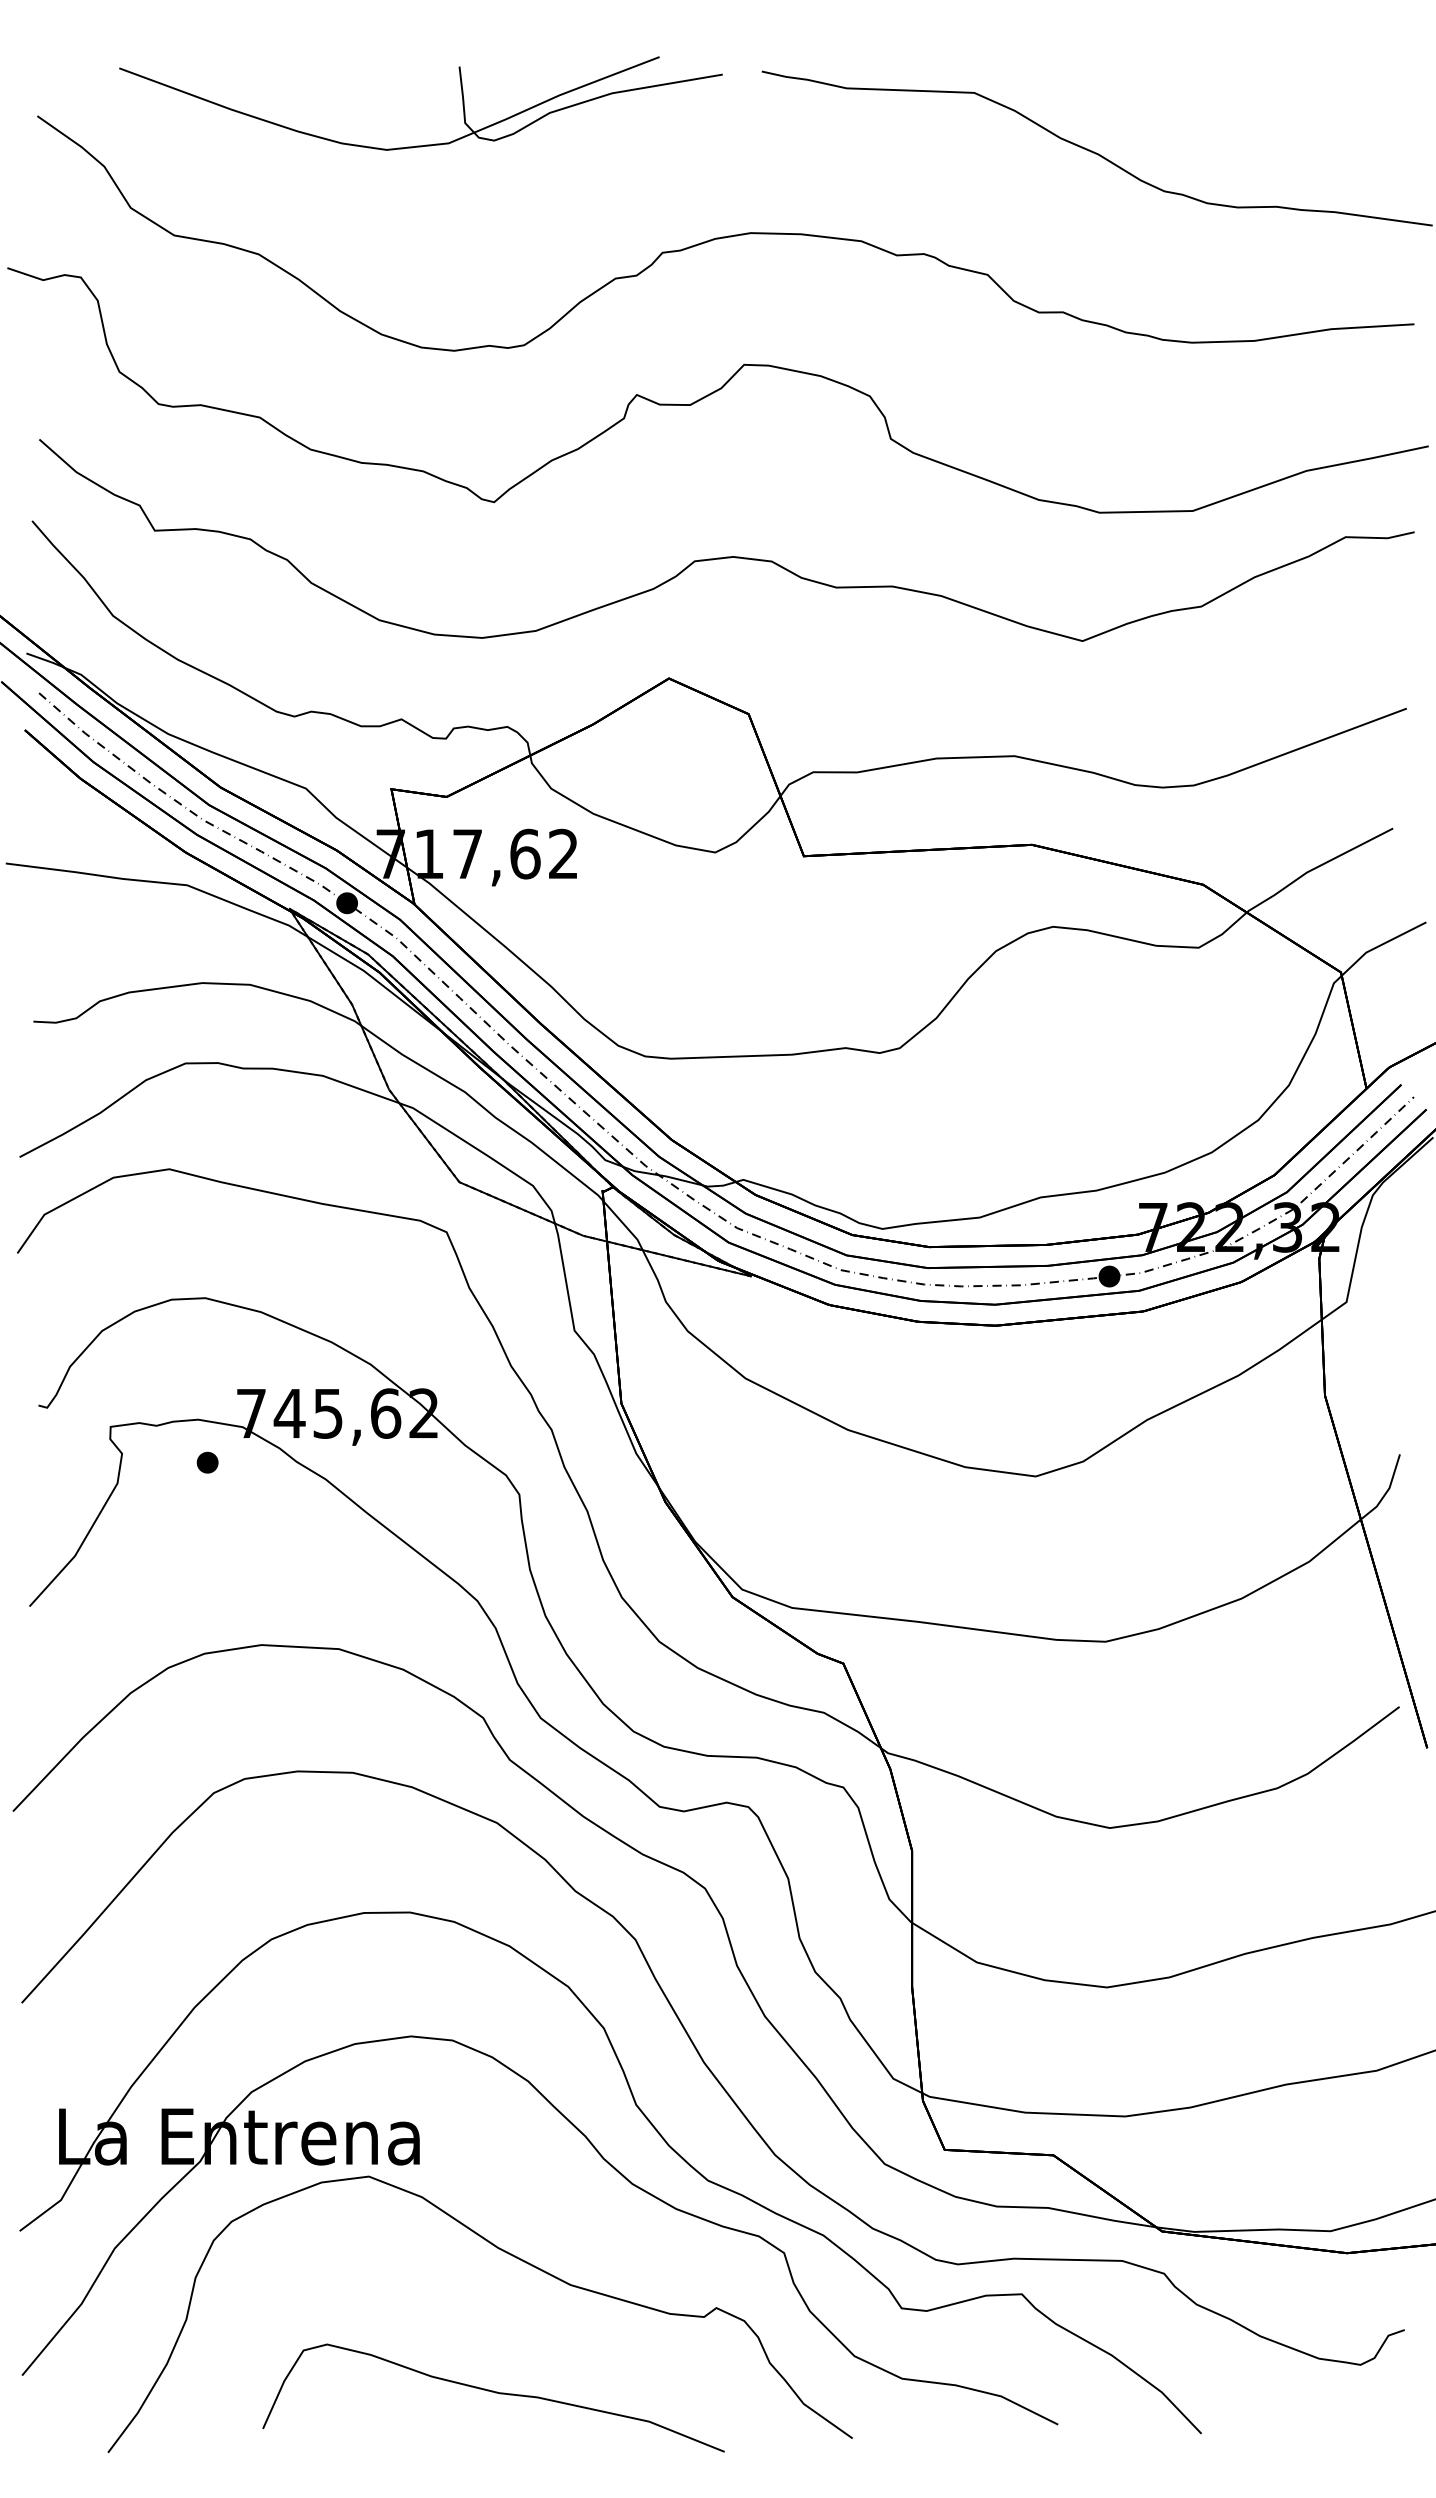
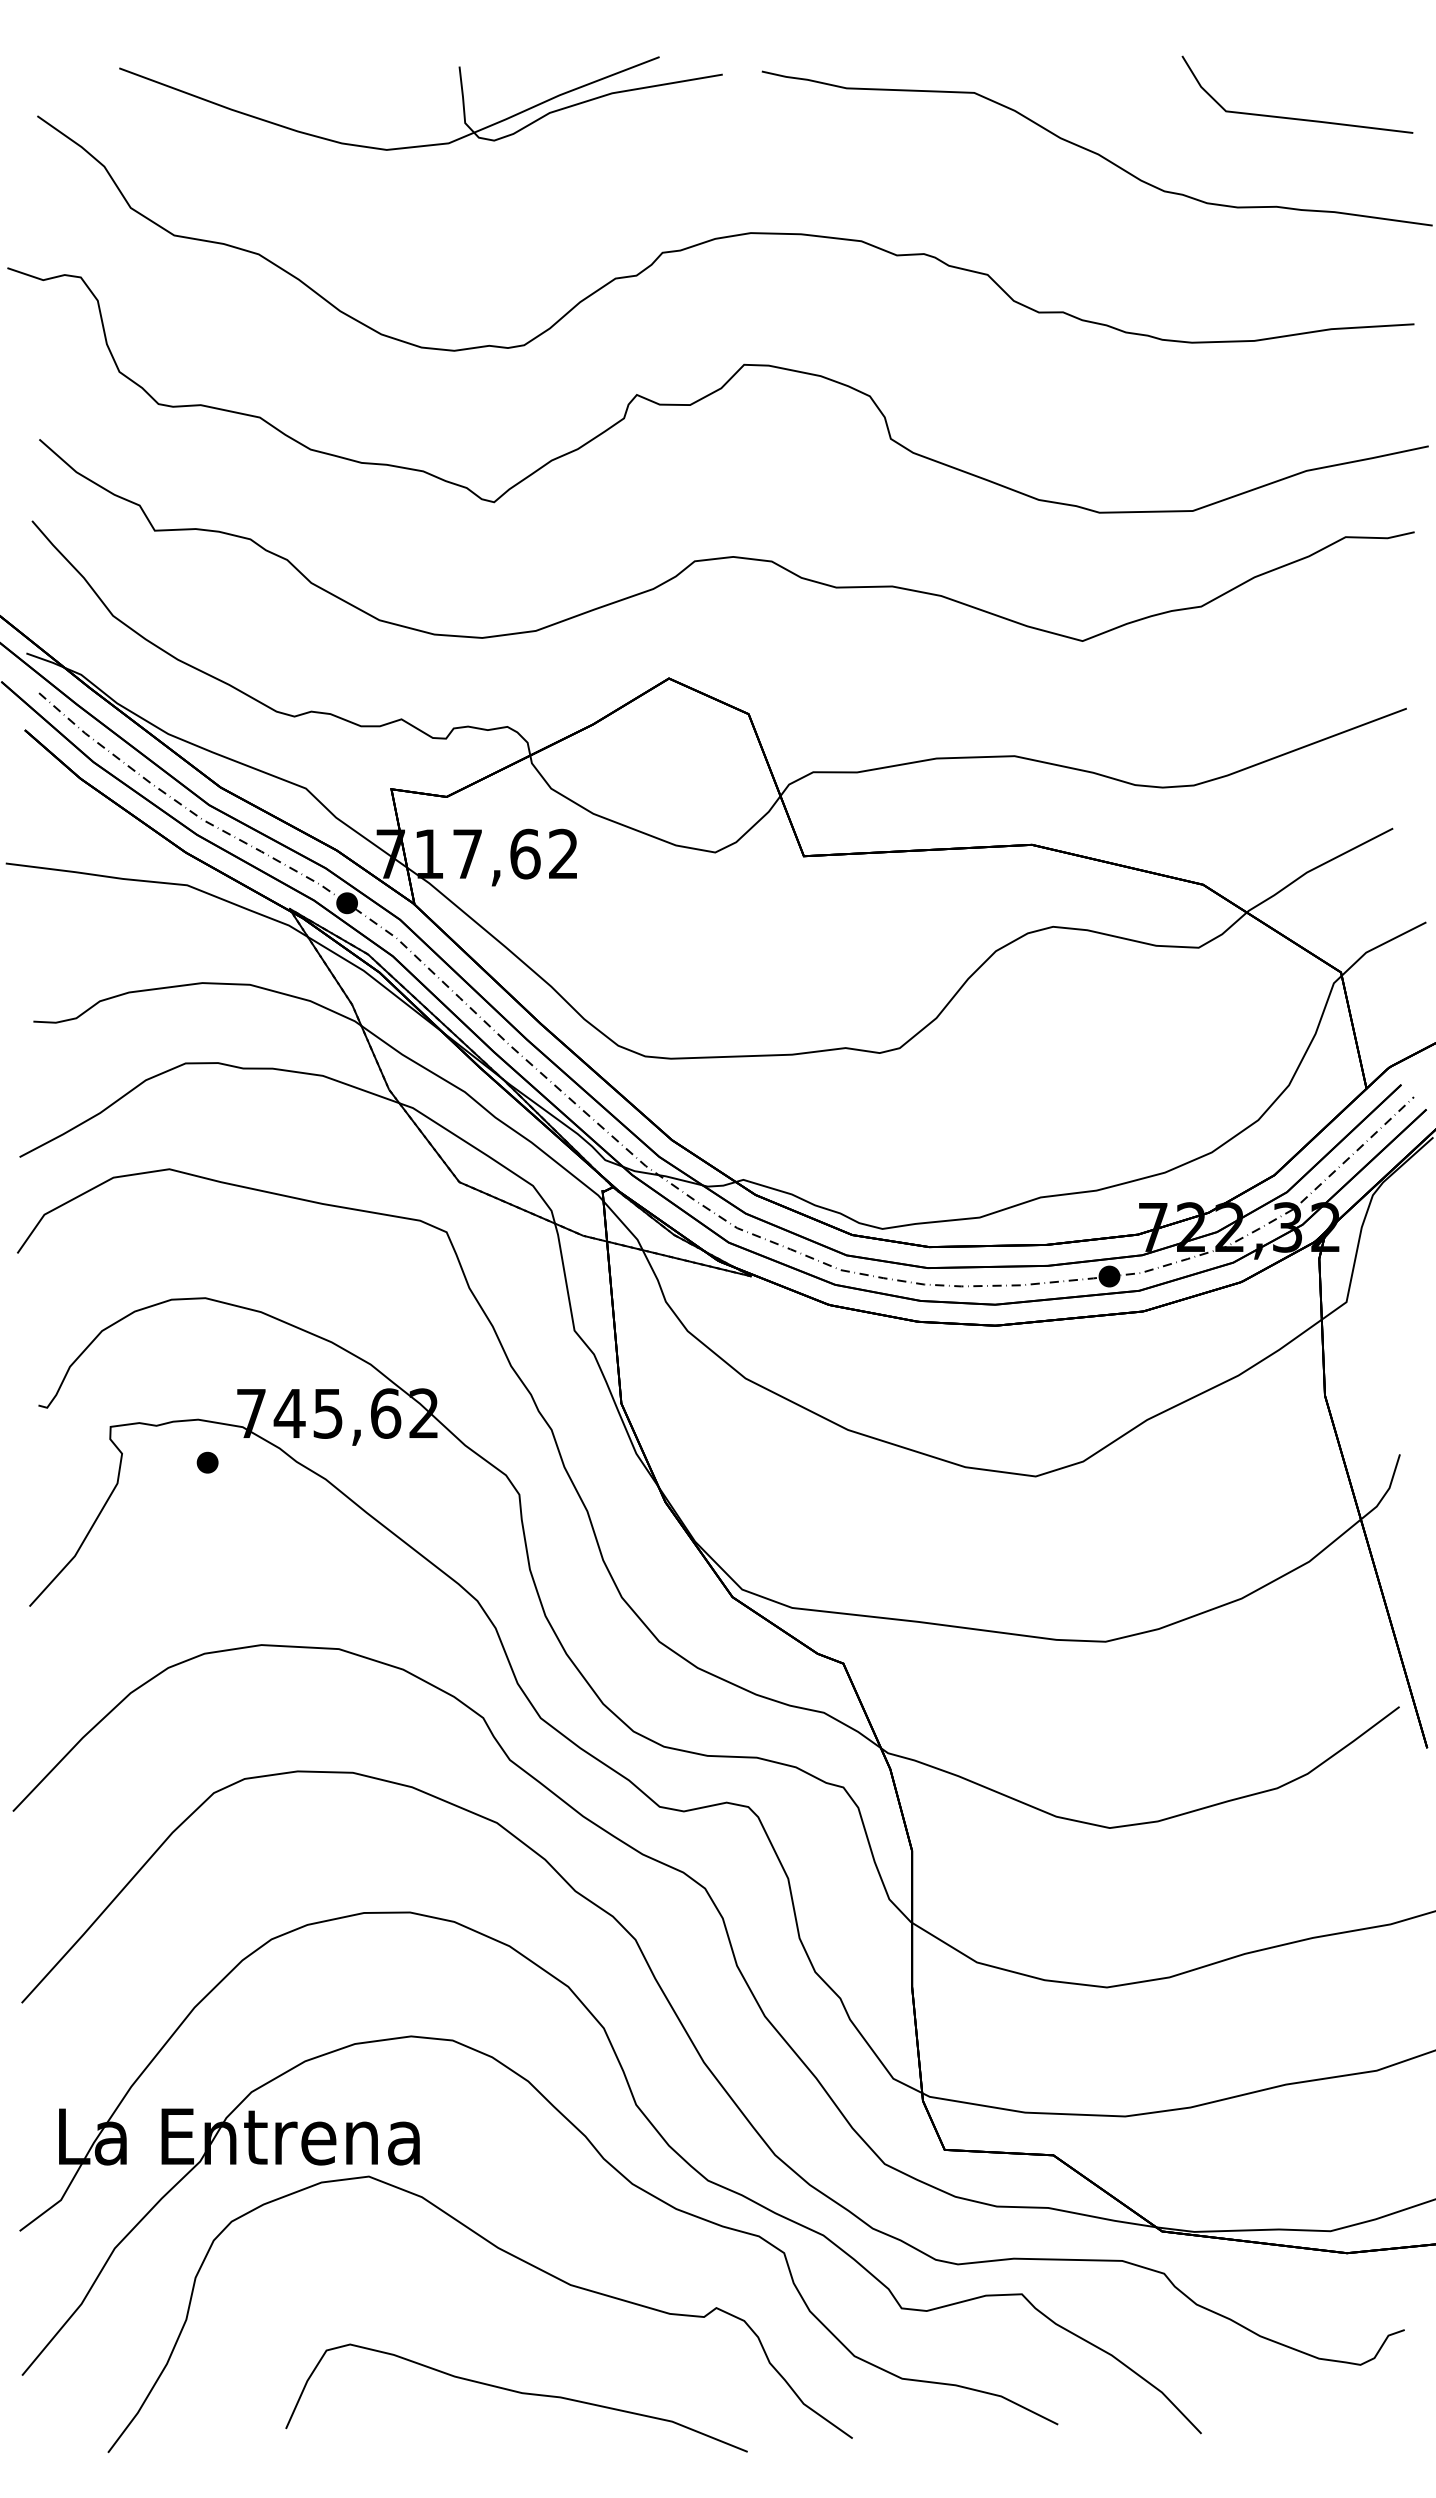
line at (1292, 117): none -> present
curve at (495, 2393) position: (495, 2393) -> (518, 2393)
